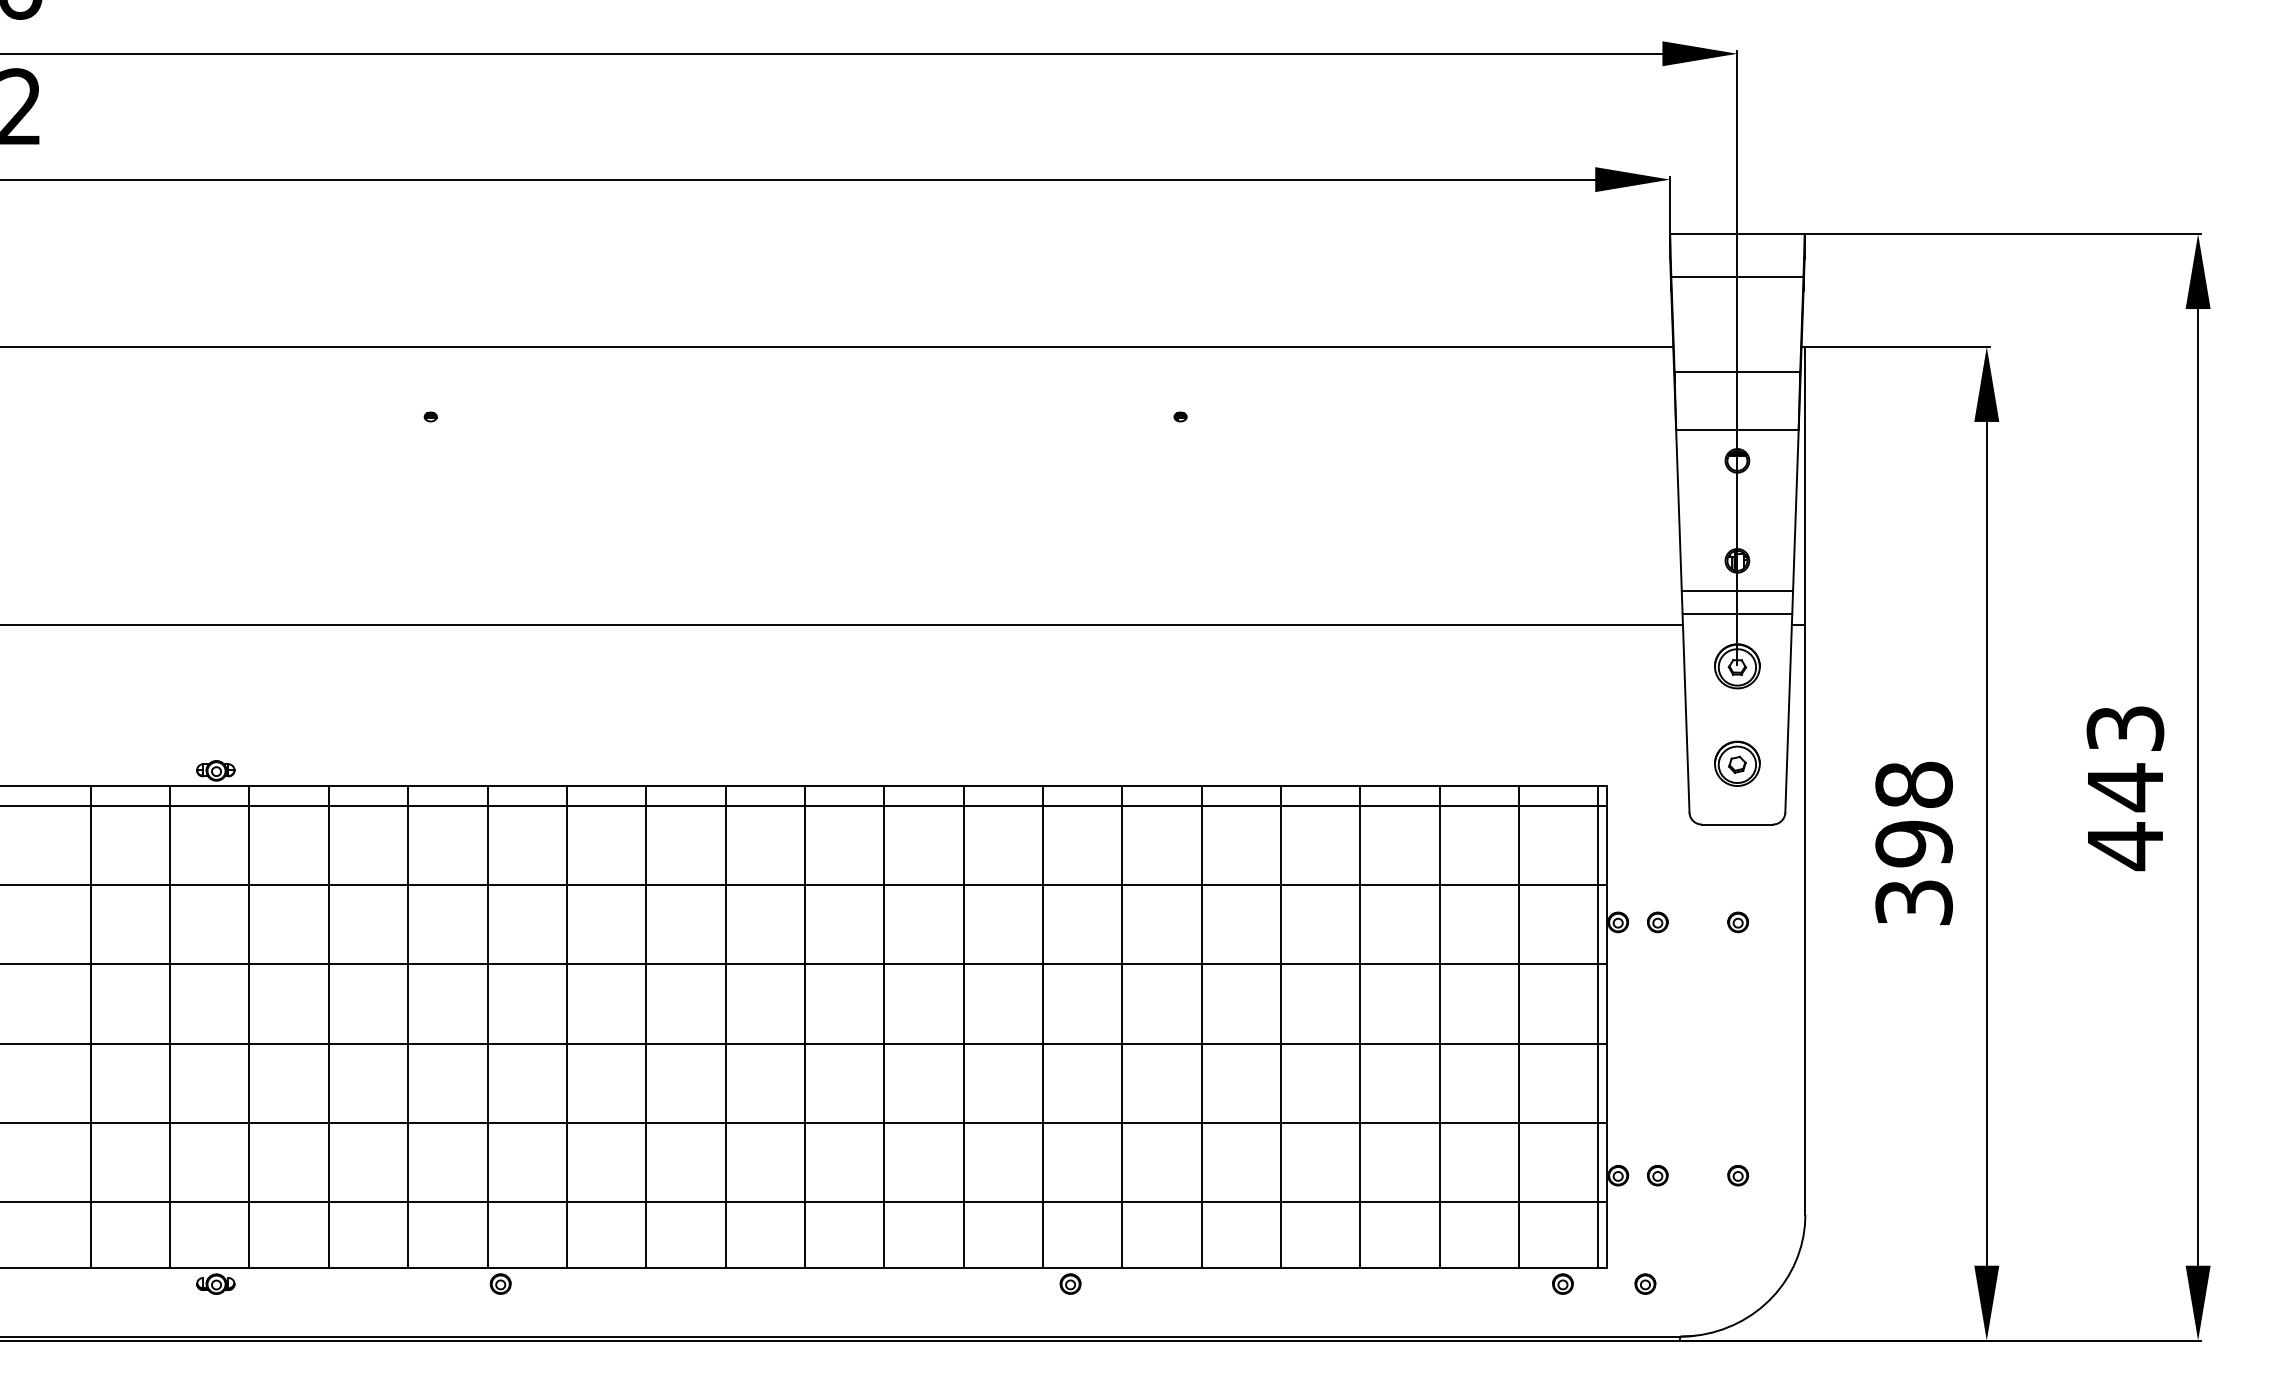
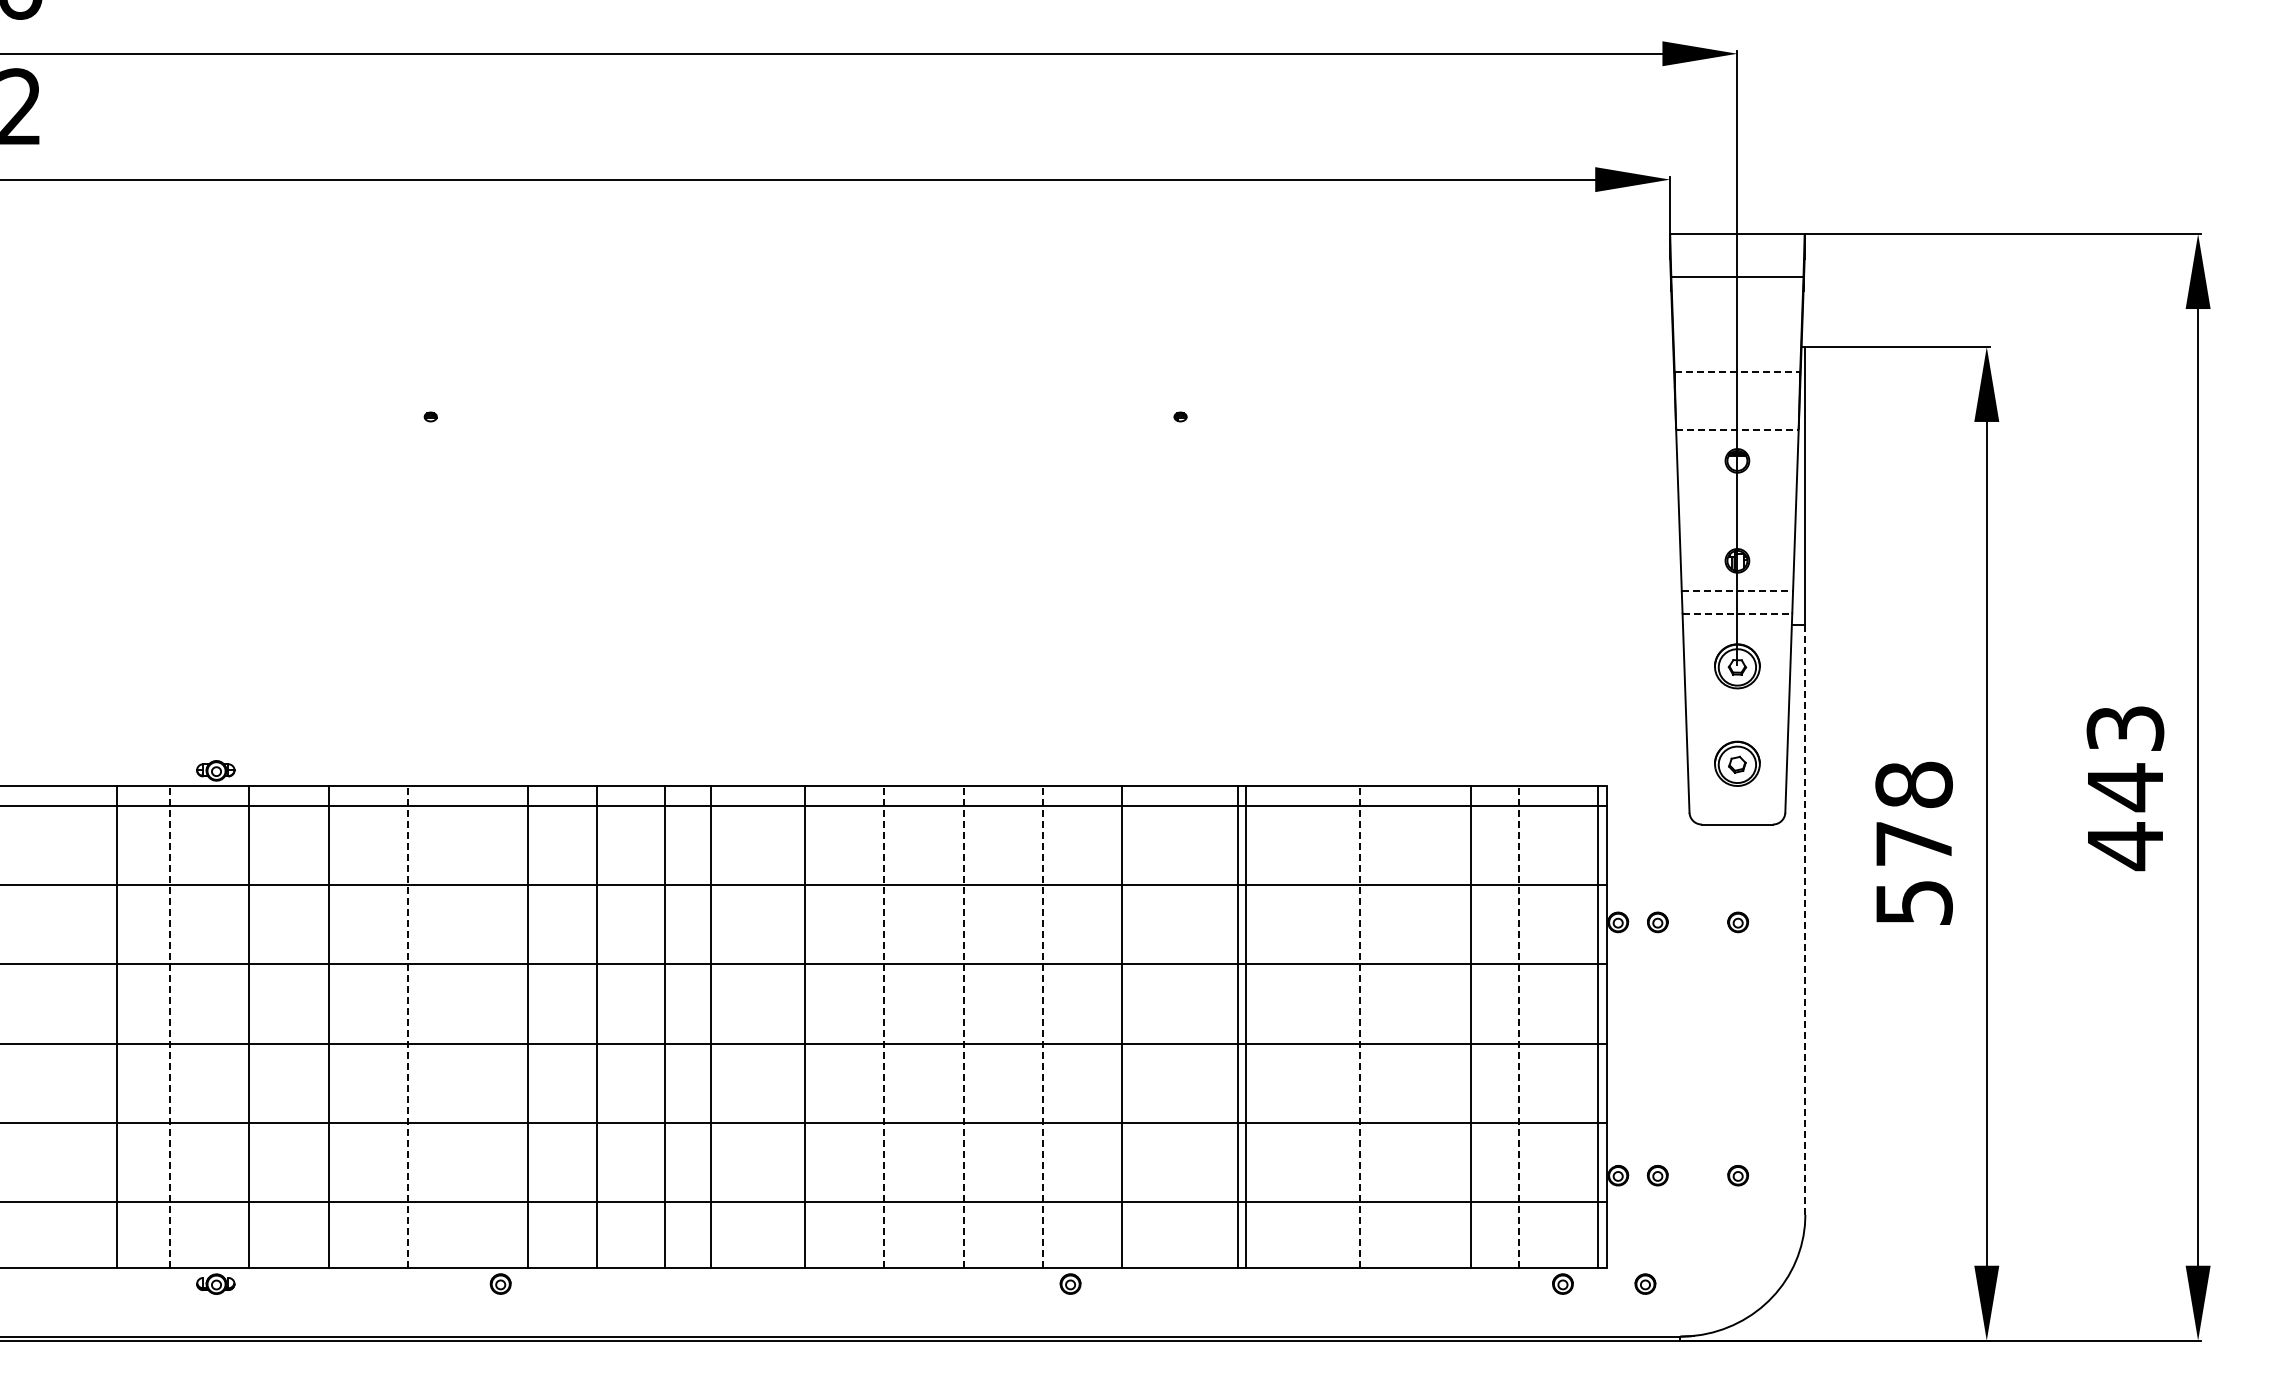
line at (837, 346): present -> none
line at (1737, 372): solid -> dashed
line at (1737, 429): solid -> dashed
line at (1737, 591): solid -> dashed
line at (1737, 613): solid -> dashed
line at (842, 624): present -> none
text at (1913, 872): 398 -> 578
line at (1805, 919): solid -> dashed
line at (170, 1026): solid -> dashed
line at (408, 1026): solid -> dashed
line at (884, 1026): solid -> dashed
line at (963, 1026): solid -> dashed
line at (1043, 1026): solid -> dashed
line at (1360, 1026): solid -> dashed
line at (1519, 1026): solid -> dashed
line at (90, 1027) position: (90, 1027) -> (116, 1027)
line at (487, 1027) position: (487, 1027) -> (527, 1027)
line at (566, 1027) position: (566, 1027) -> (596, 1027)
line at (646, 1027) position: (646, 1027) -> (665, 1027)
line at (725, 1027) position: (725, 1027) -> (710, 1027)
line at (1201, 1027) position: (1201, 1027) -> (1245, 1027)
line at (1281, 1027) position: (1281, 1027) -> (1238, 1027)
line at (1439, 1027) position: (1439, 1027) -> (1470, 1027)
